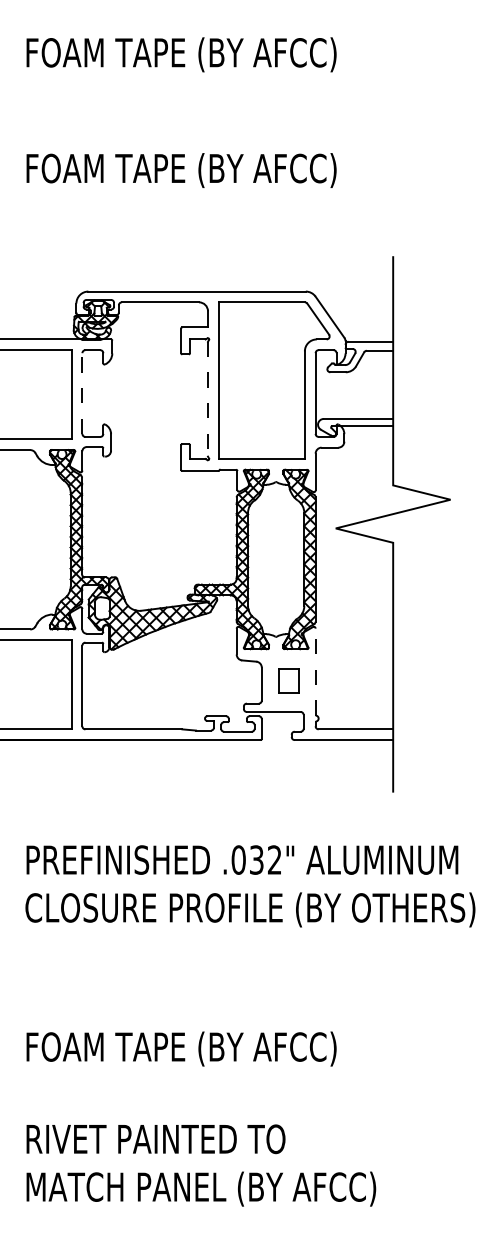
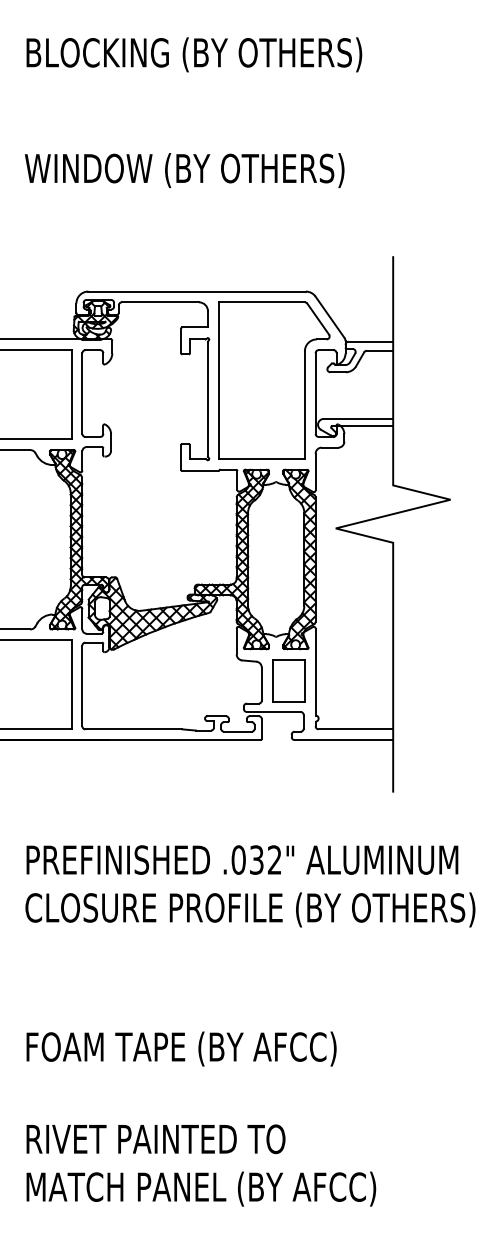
text at (195, 54): FOAM TAPE (BY AFCC) -> BLOCKING (BY OTHERS)
text at (184, 170): FOAM TAPE (BY AFCC) -> WINDOW (BY OTHERS)
line at (82, 393): dashed -> solid
line at (208, 399): dashed -> solid
line at (315, 671): dashed -> solid
part at (288, 680) size: 22x26 px -> 34x44 px
